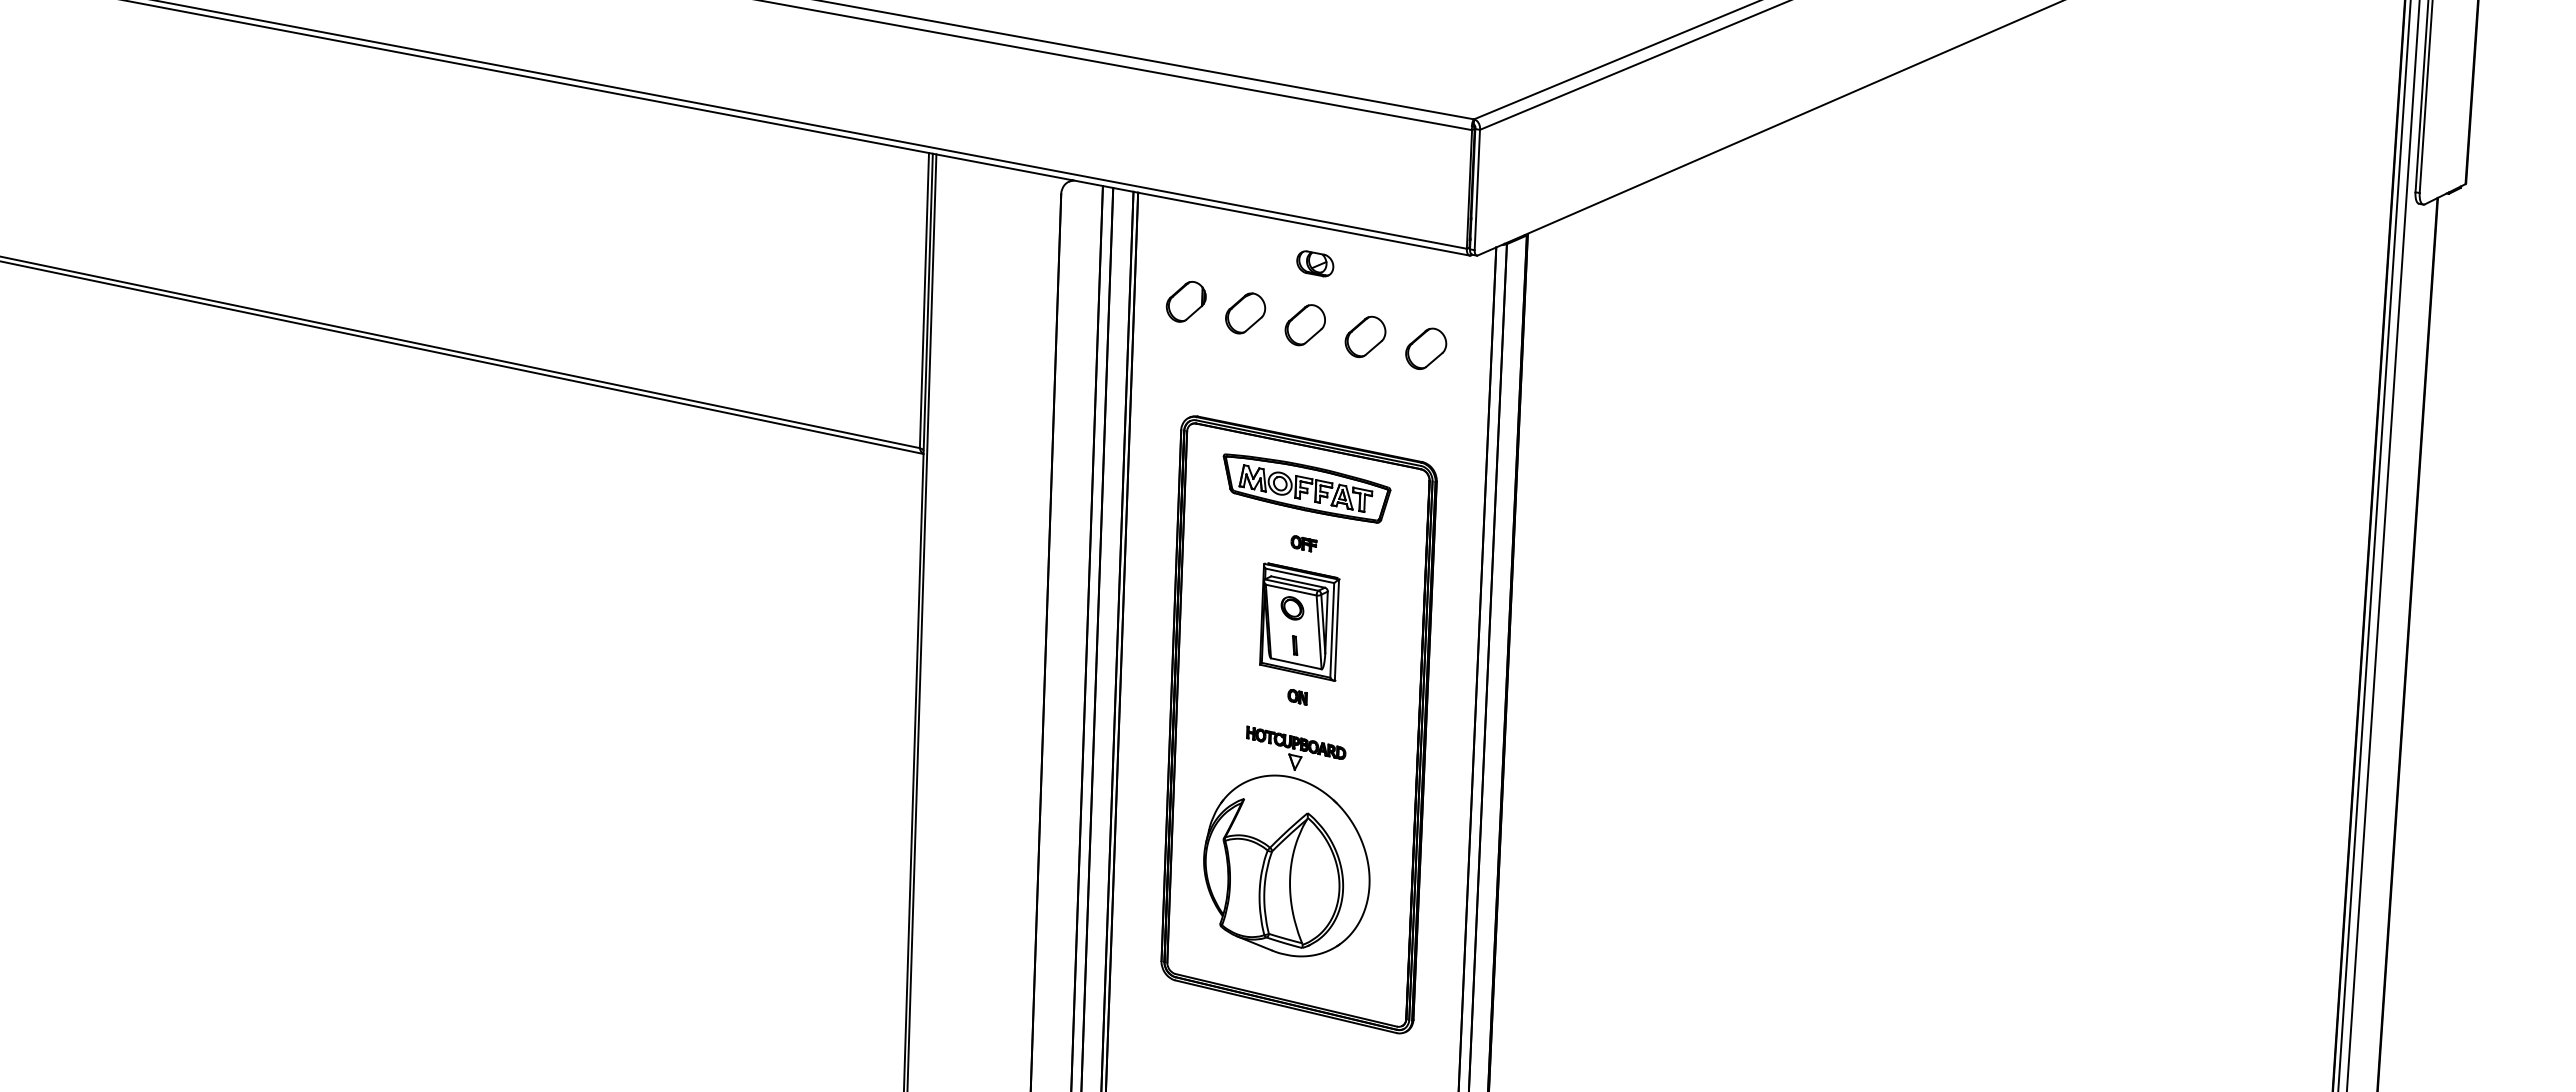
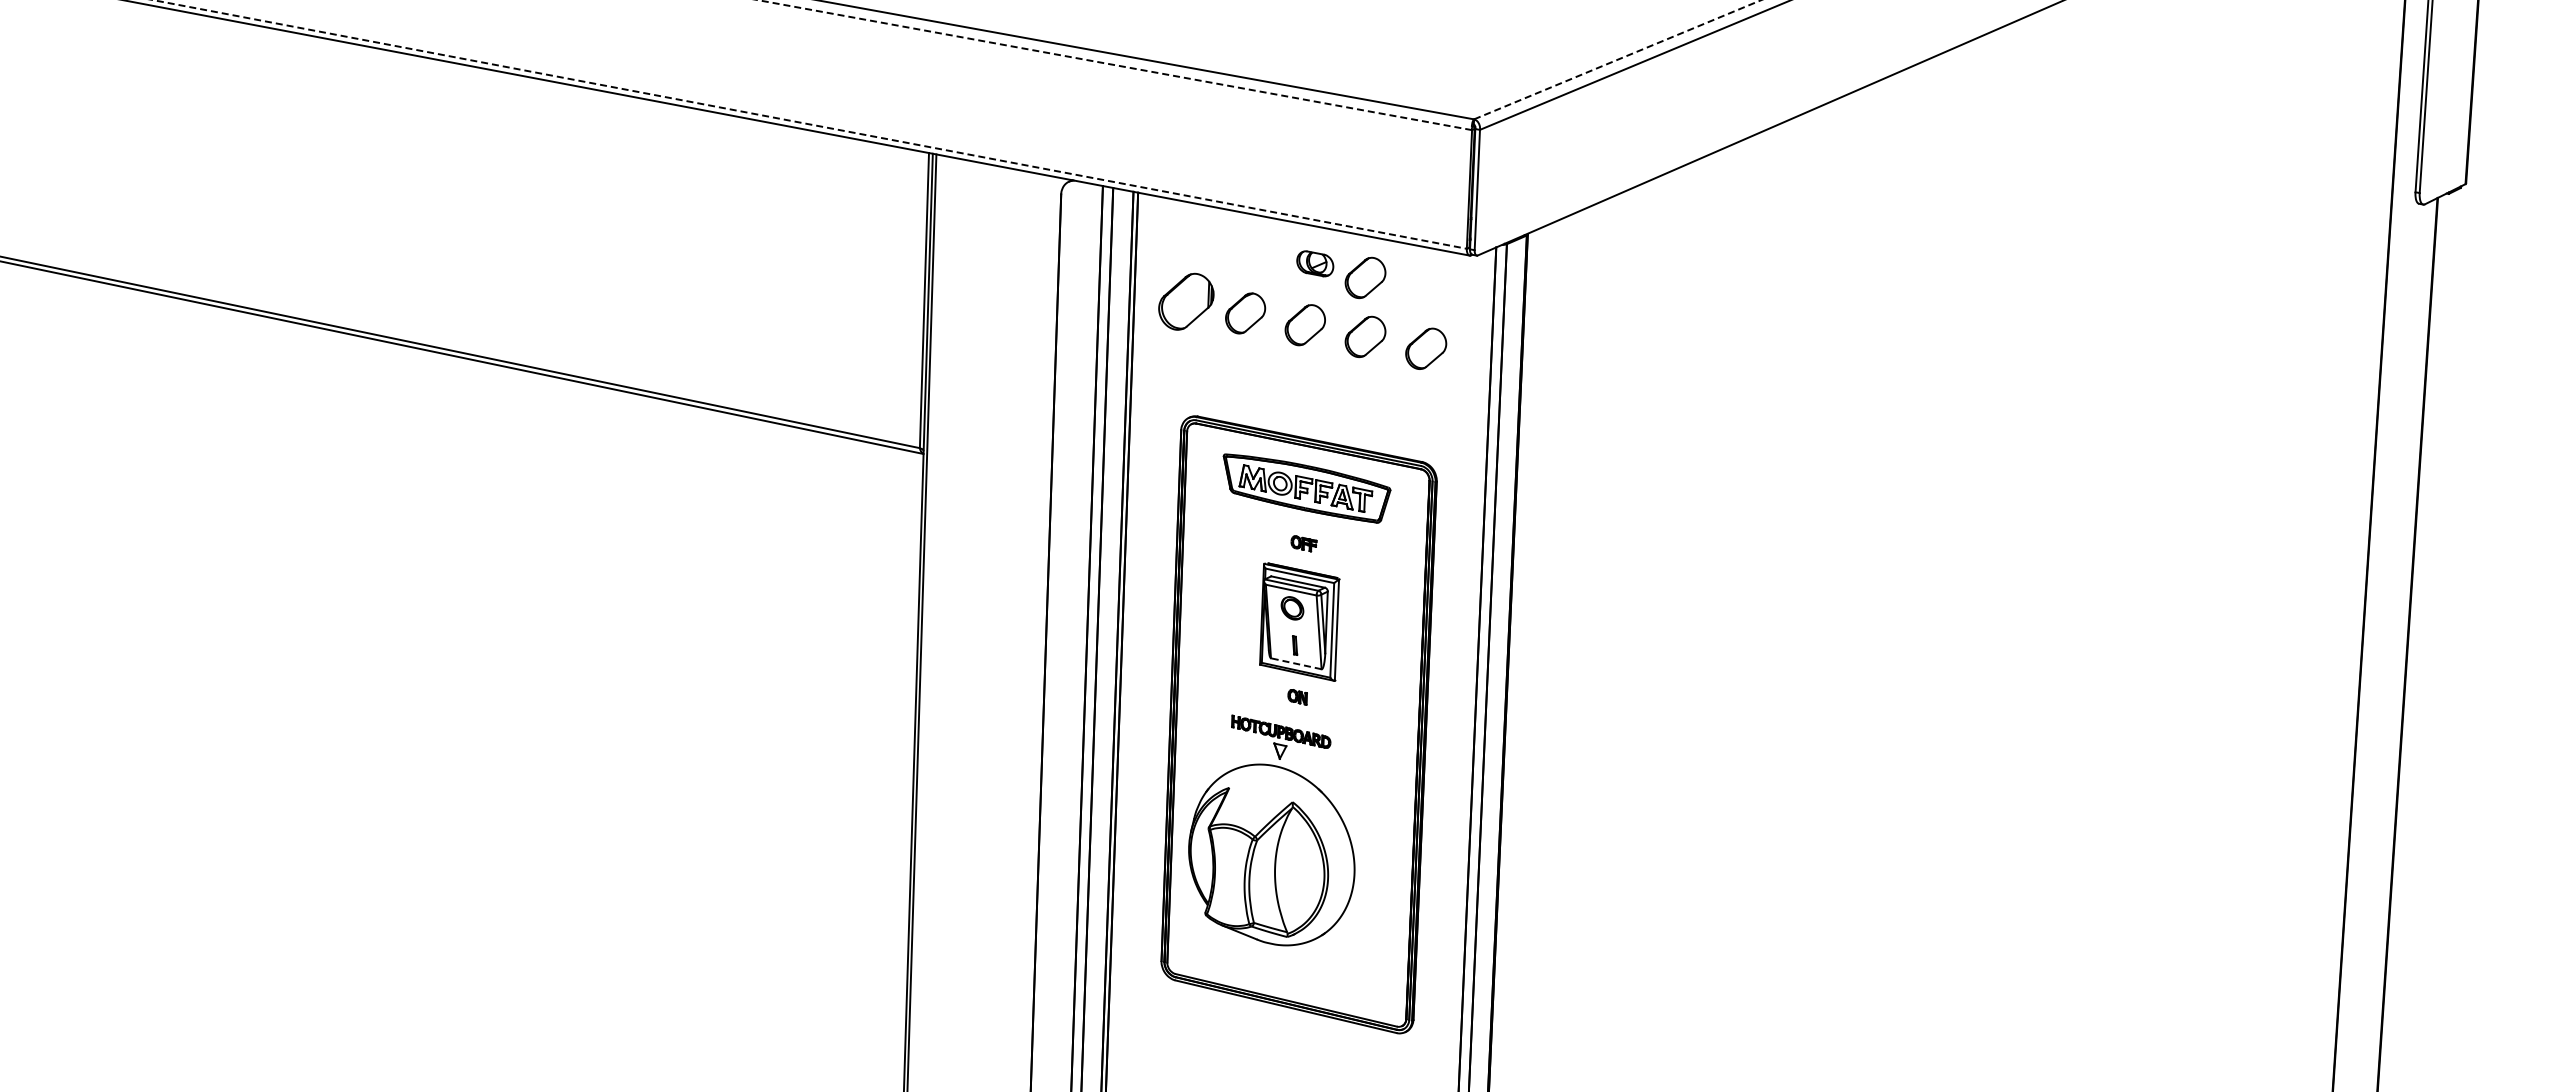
line at (1618, 59): solid -> dashed
line at (1114, 65): solid -> dashed
line at (809, 124): solid -> dashed
part at (1365, 277): none -> present
part at (1185, 301) size: 42x42 px -> 57x59 px
line at (2374, 545): present -> none
line at (2383, 545): present -> none
line at (1296, 663): solid -> dashed
part at (1286, 841) position: (1286, 841) -> (1271, 830)
